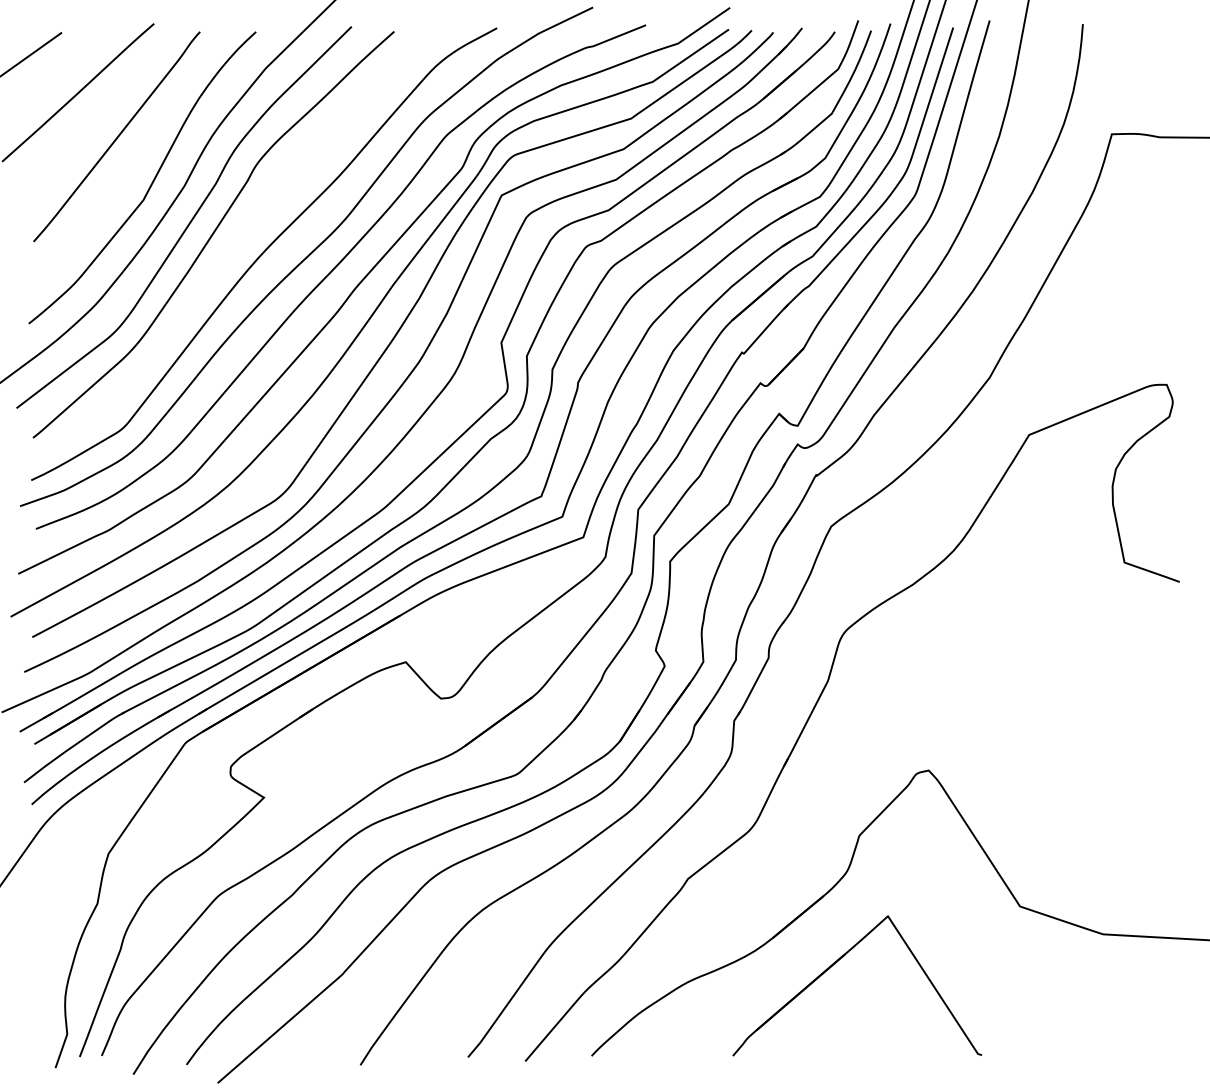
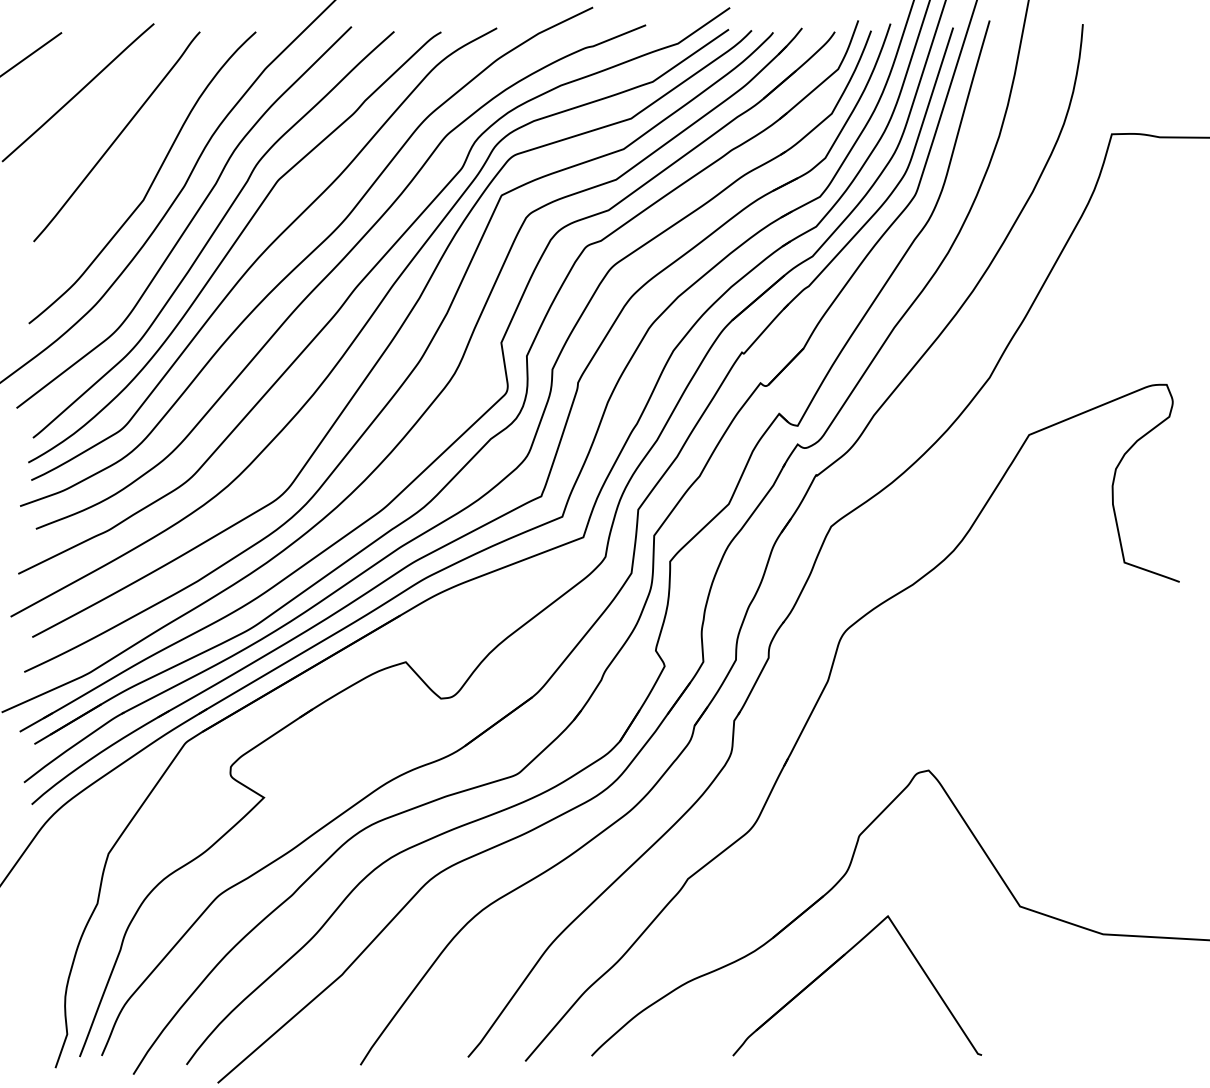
curve at (233, 246): none -> present
